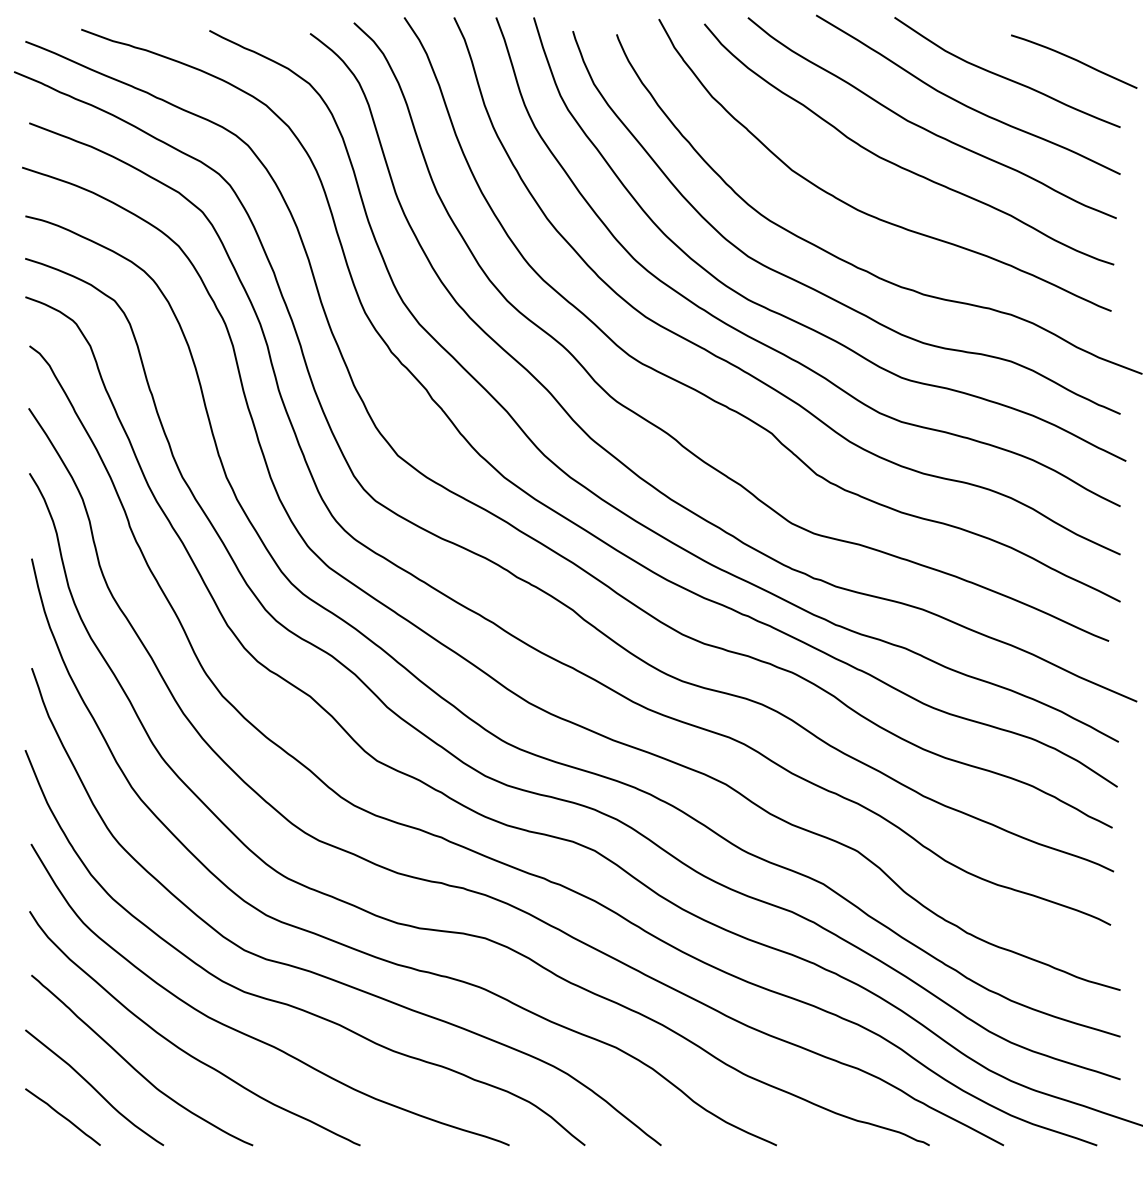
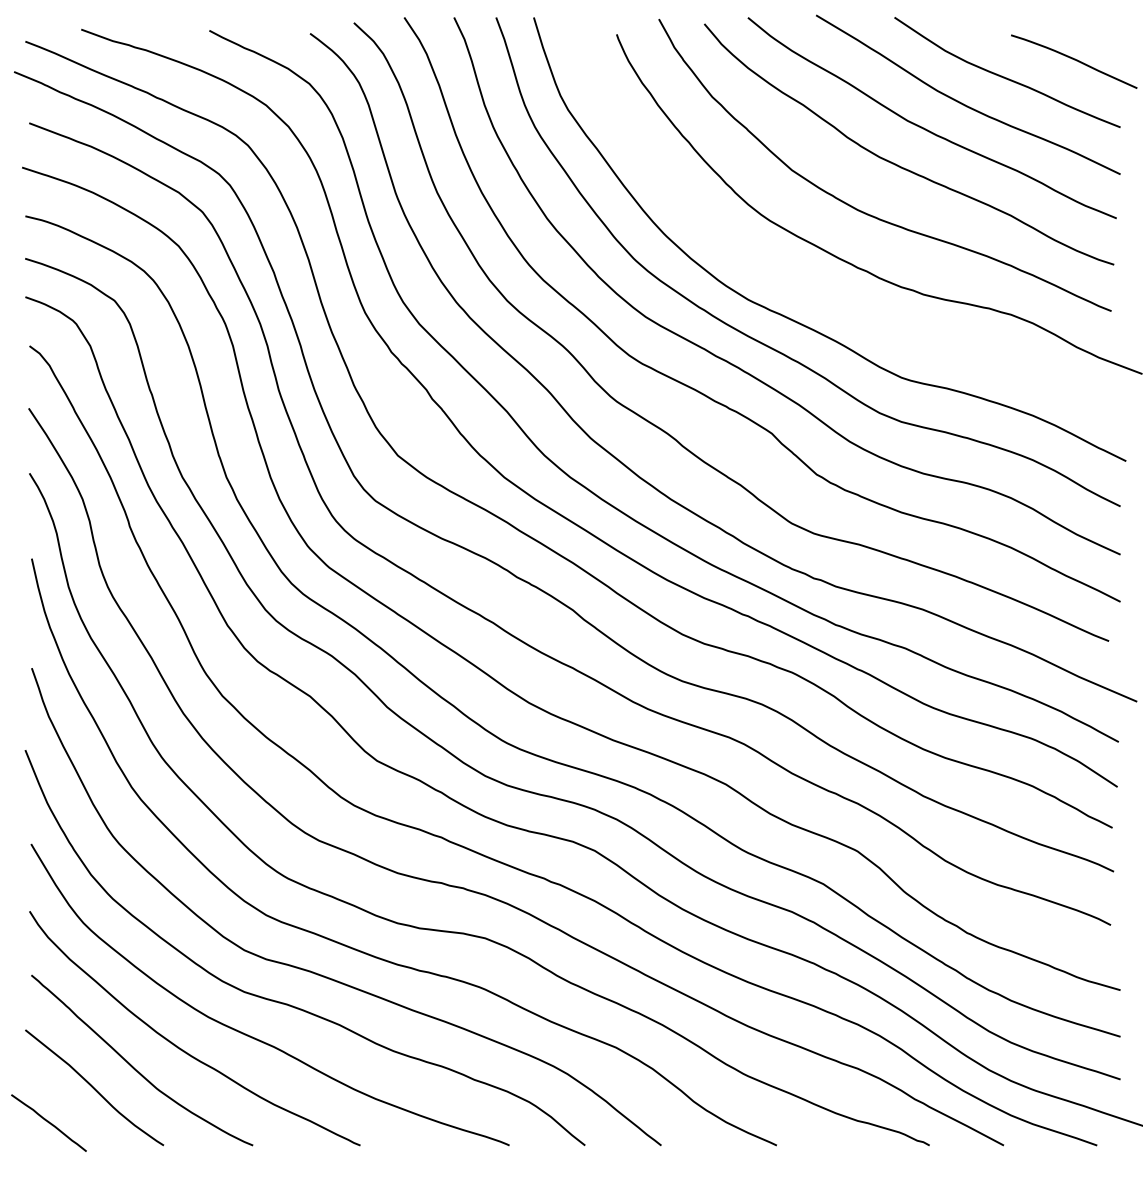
curve at (814, 288): present -> none
curve at (62, 1116) position: (62, 1116) -> (48, 1122)
